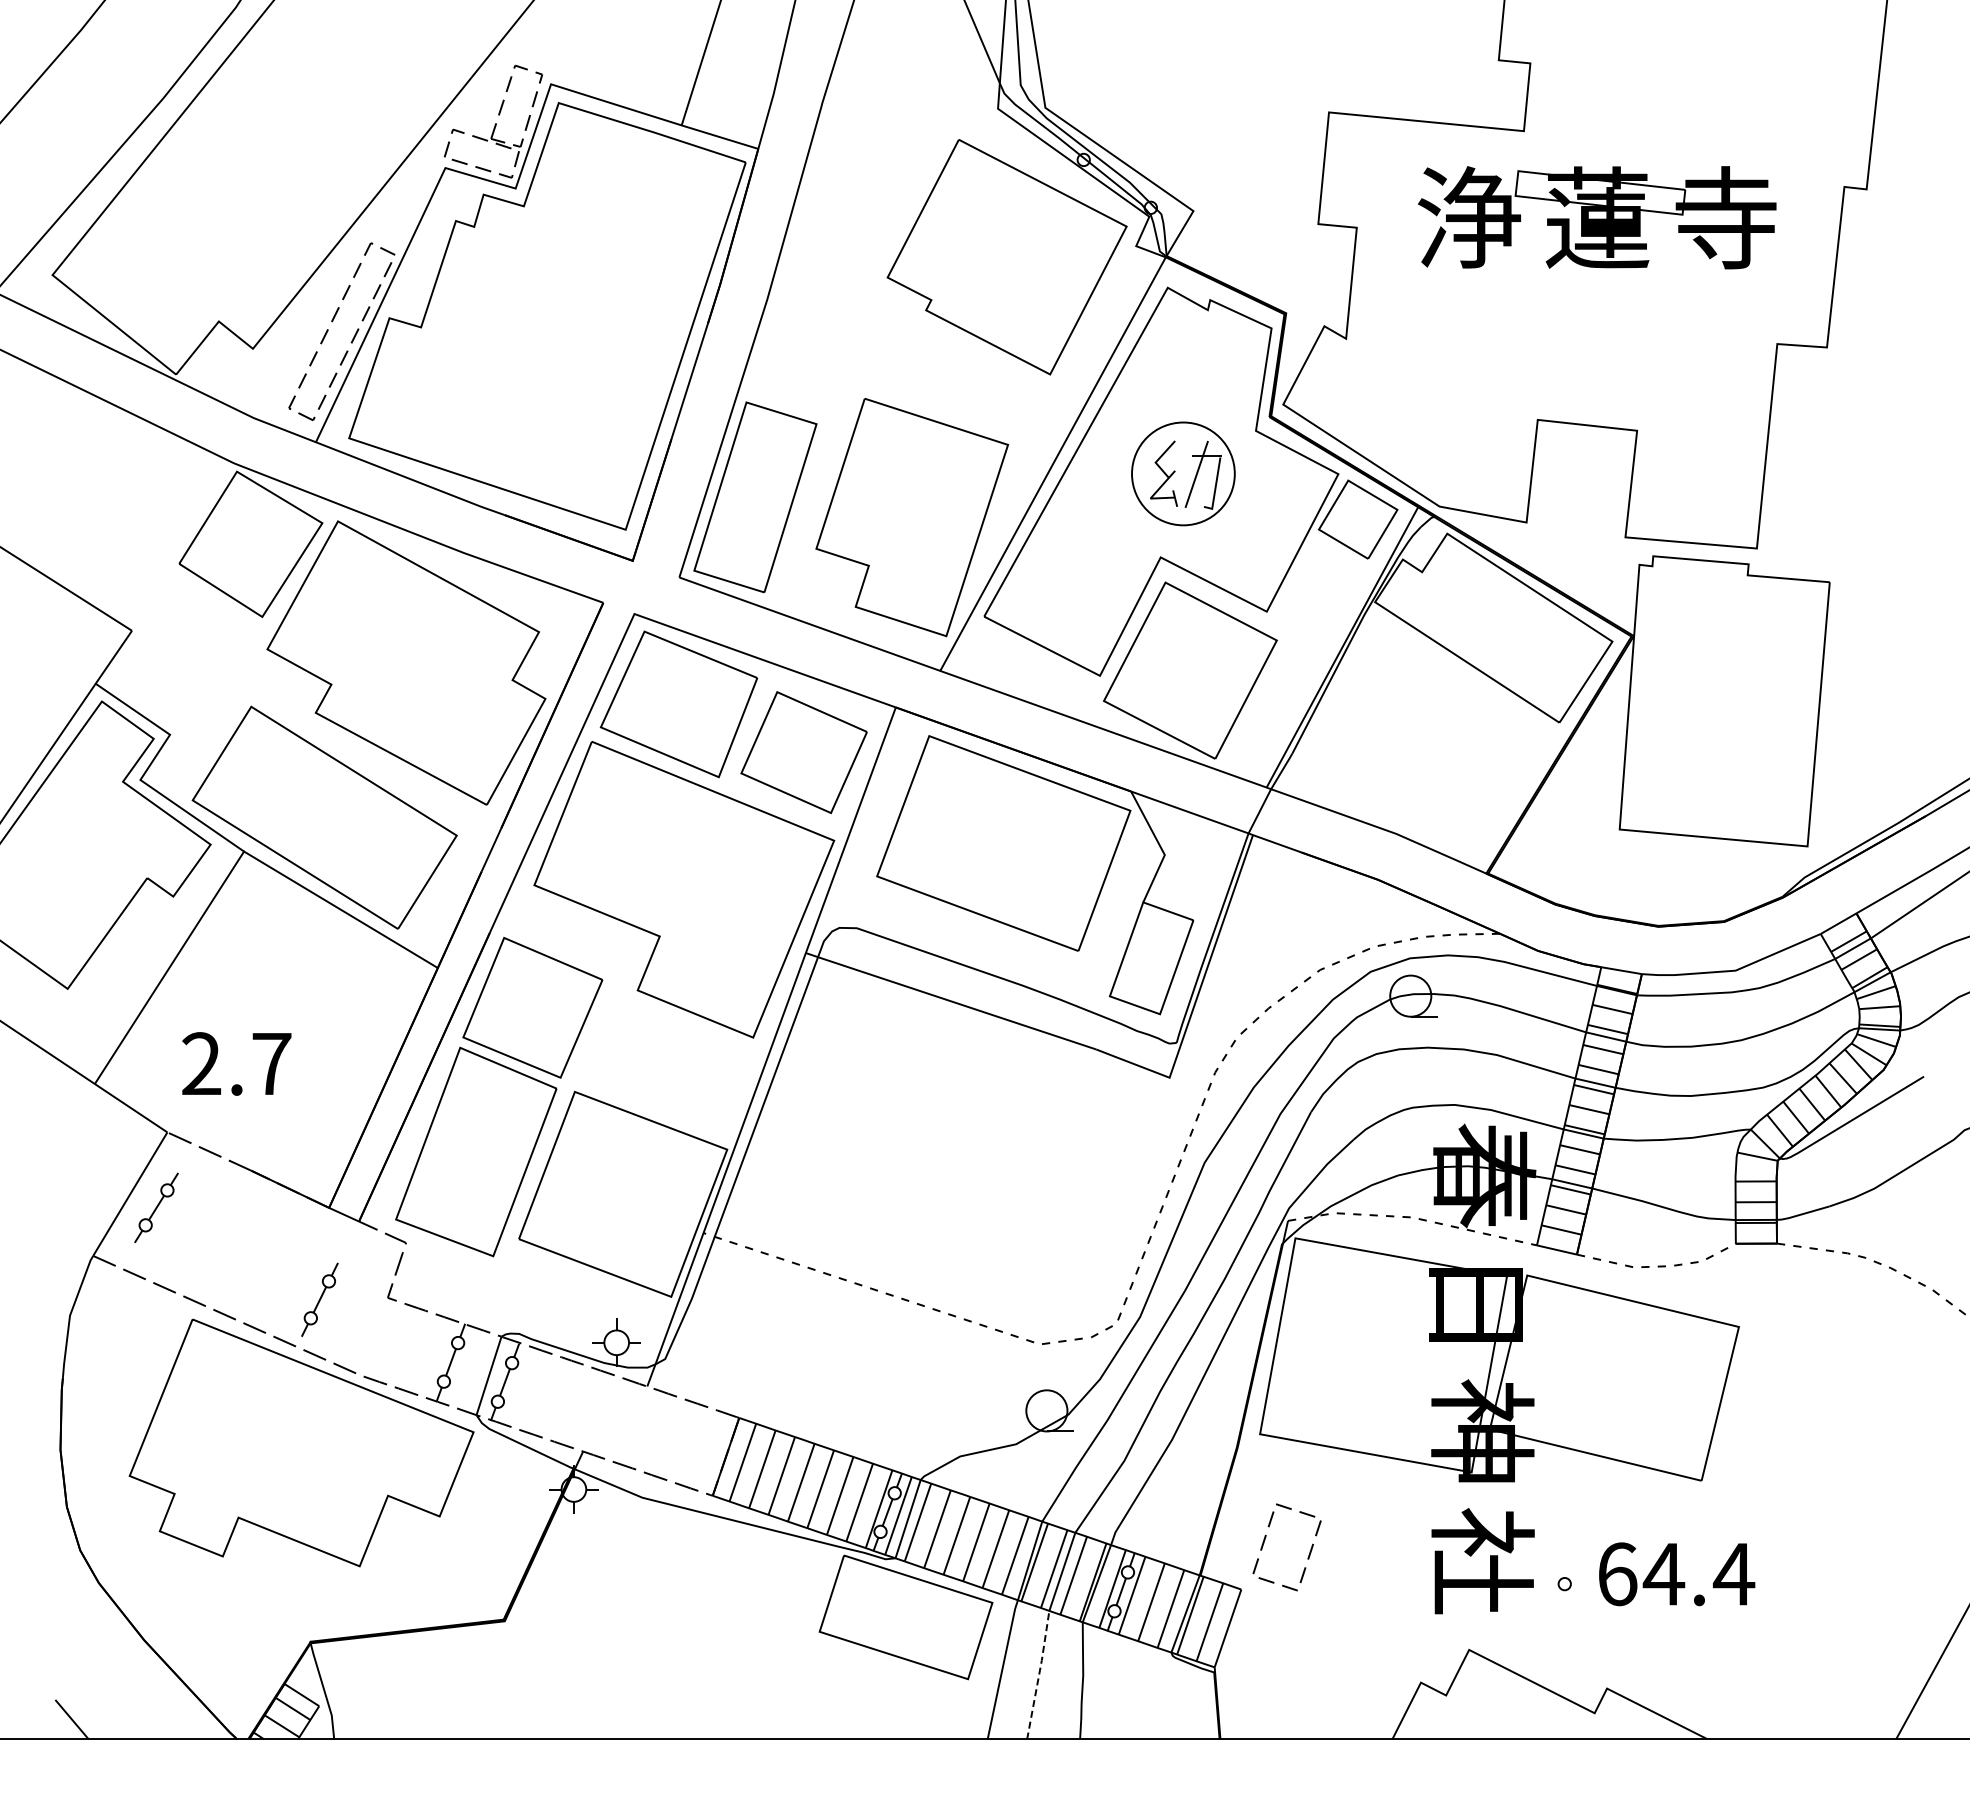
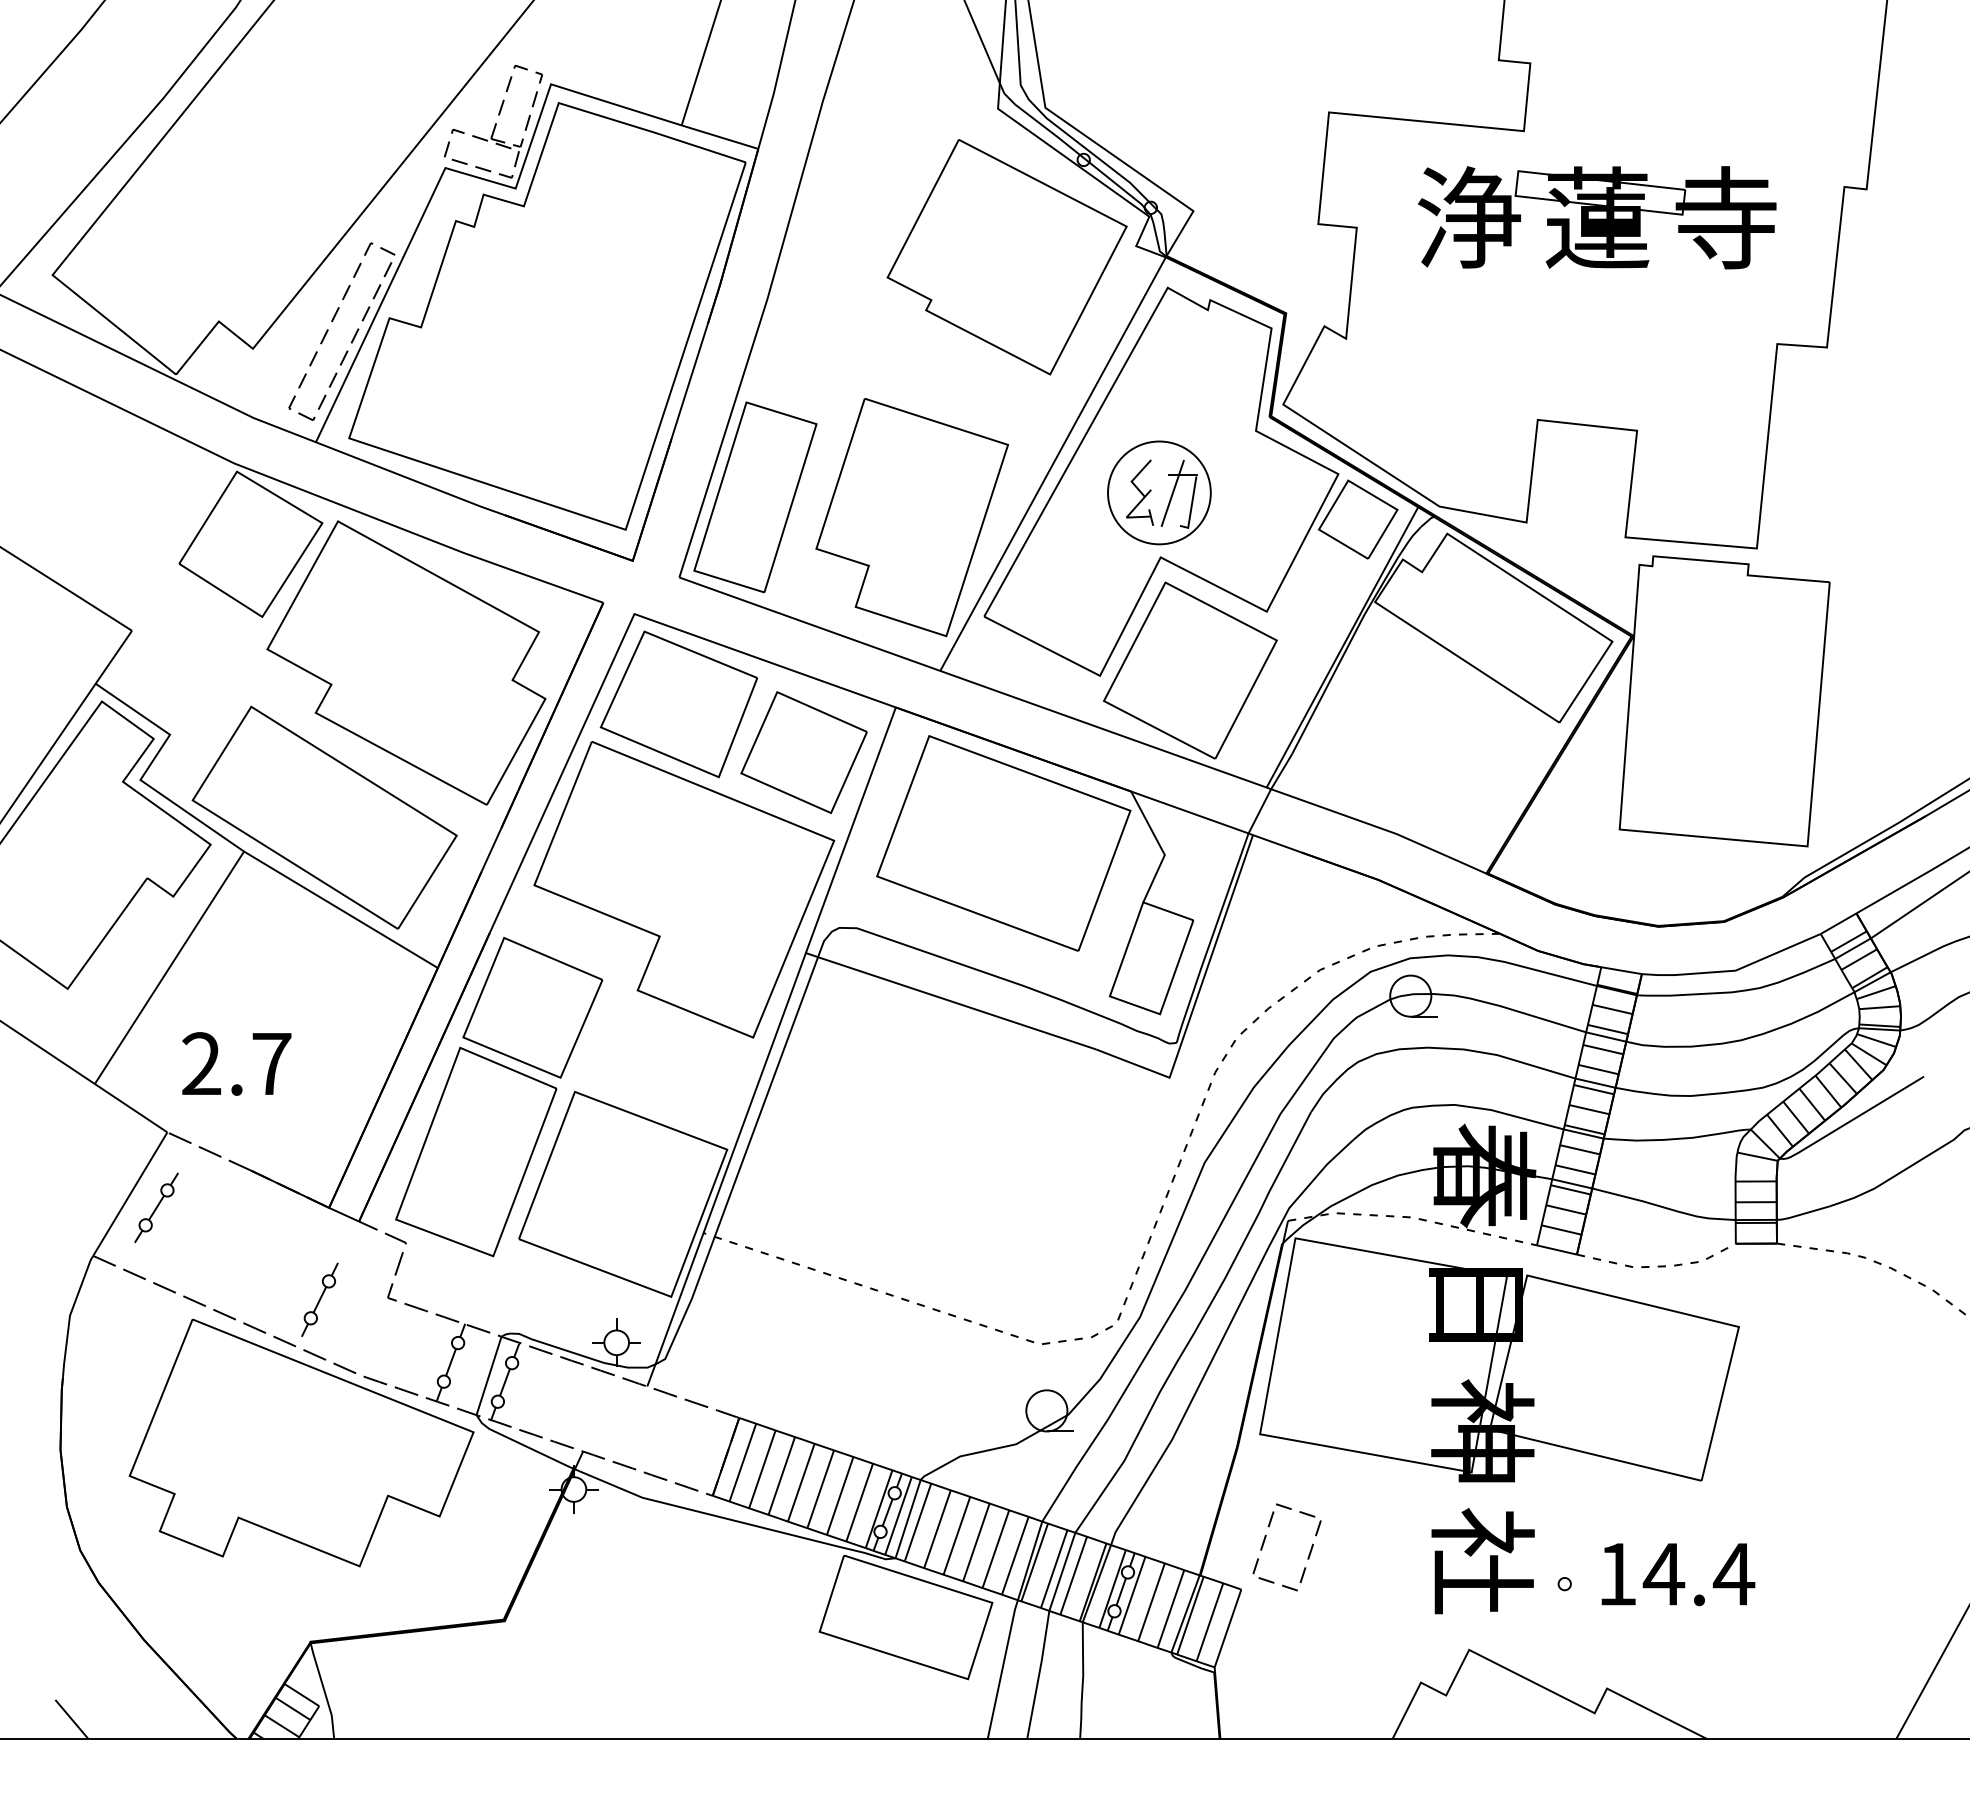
part at (1183, 473) position: (1183, 473) -> (1159, 492)
text at (1618, 1574): 64.4 -> 14.4
line at (1039, 1674): dashed -> solid
